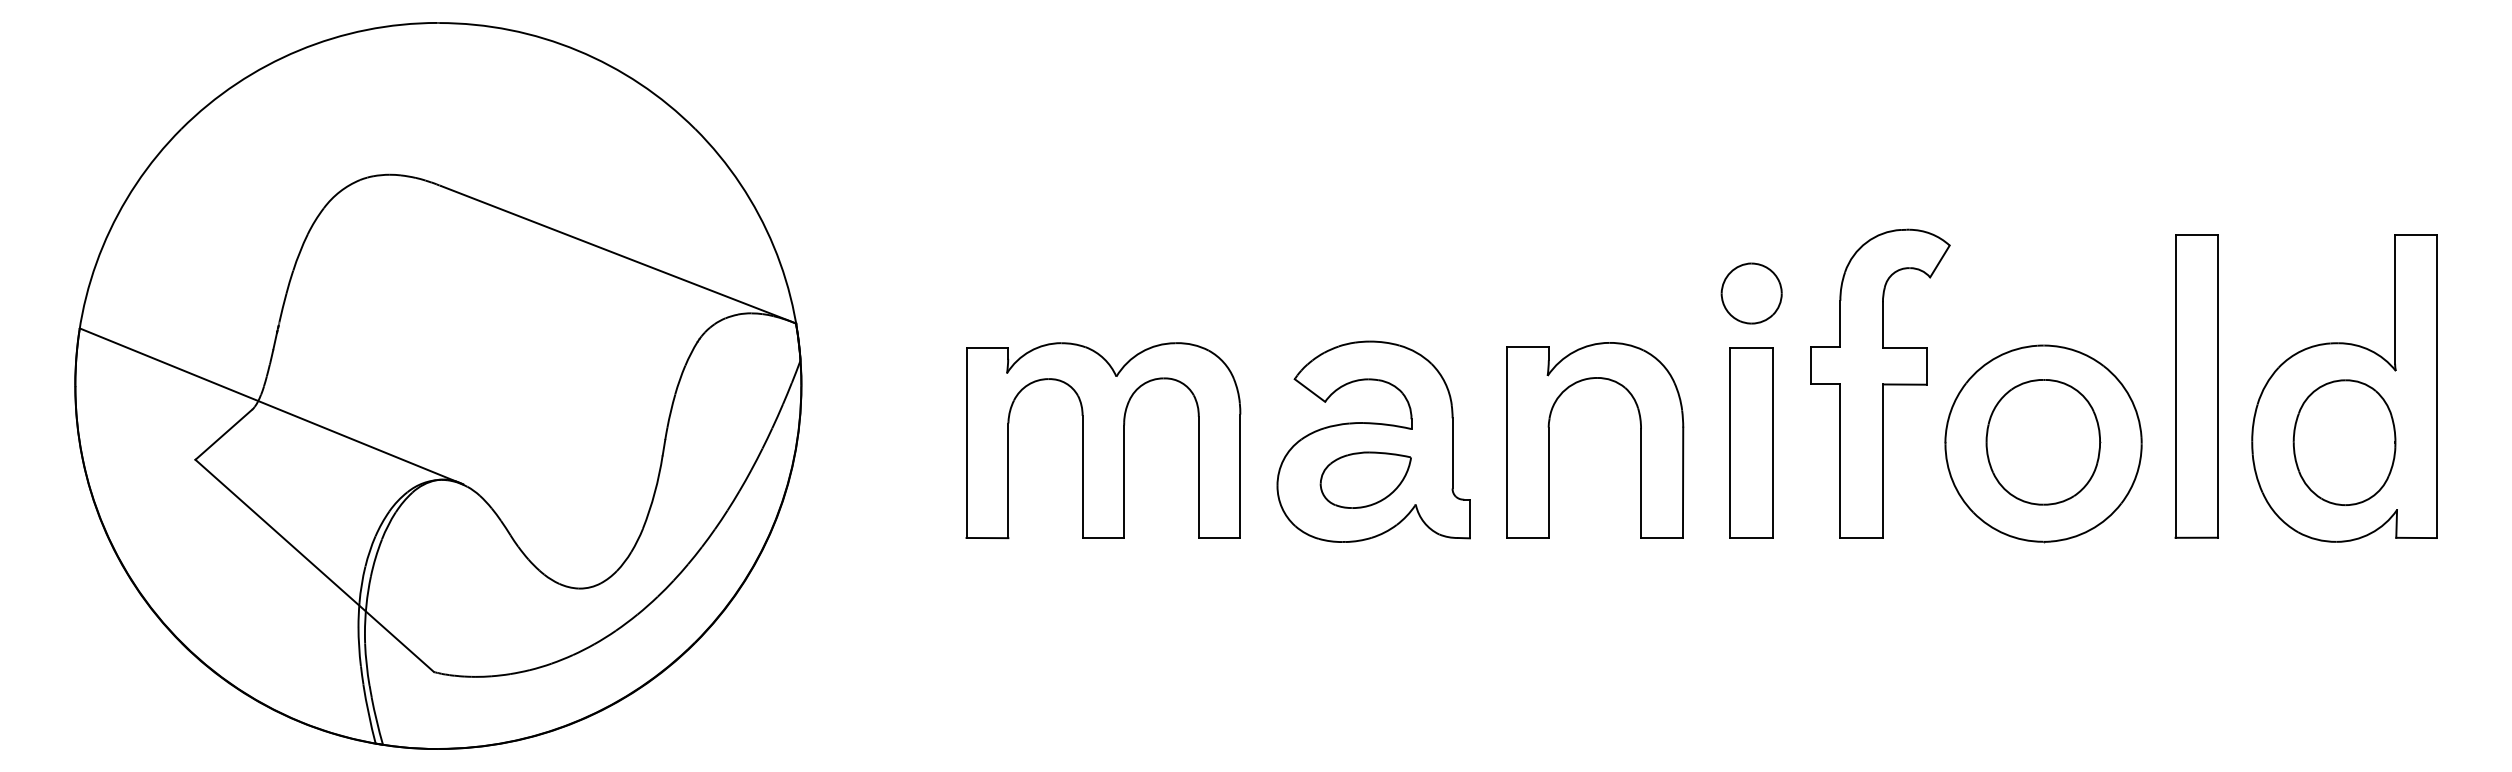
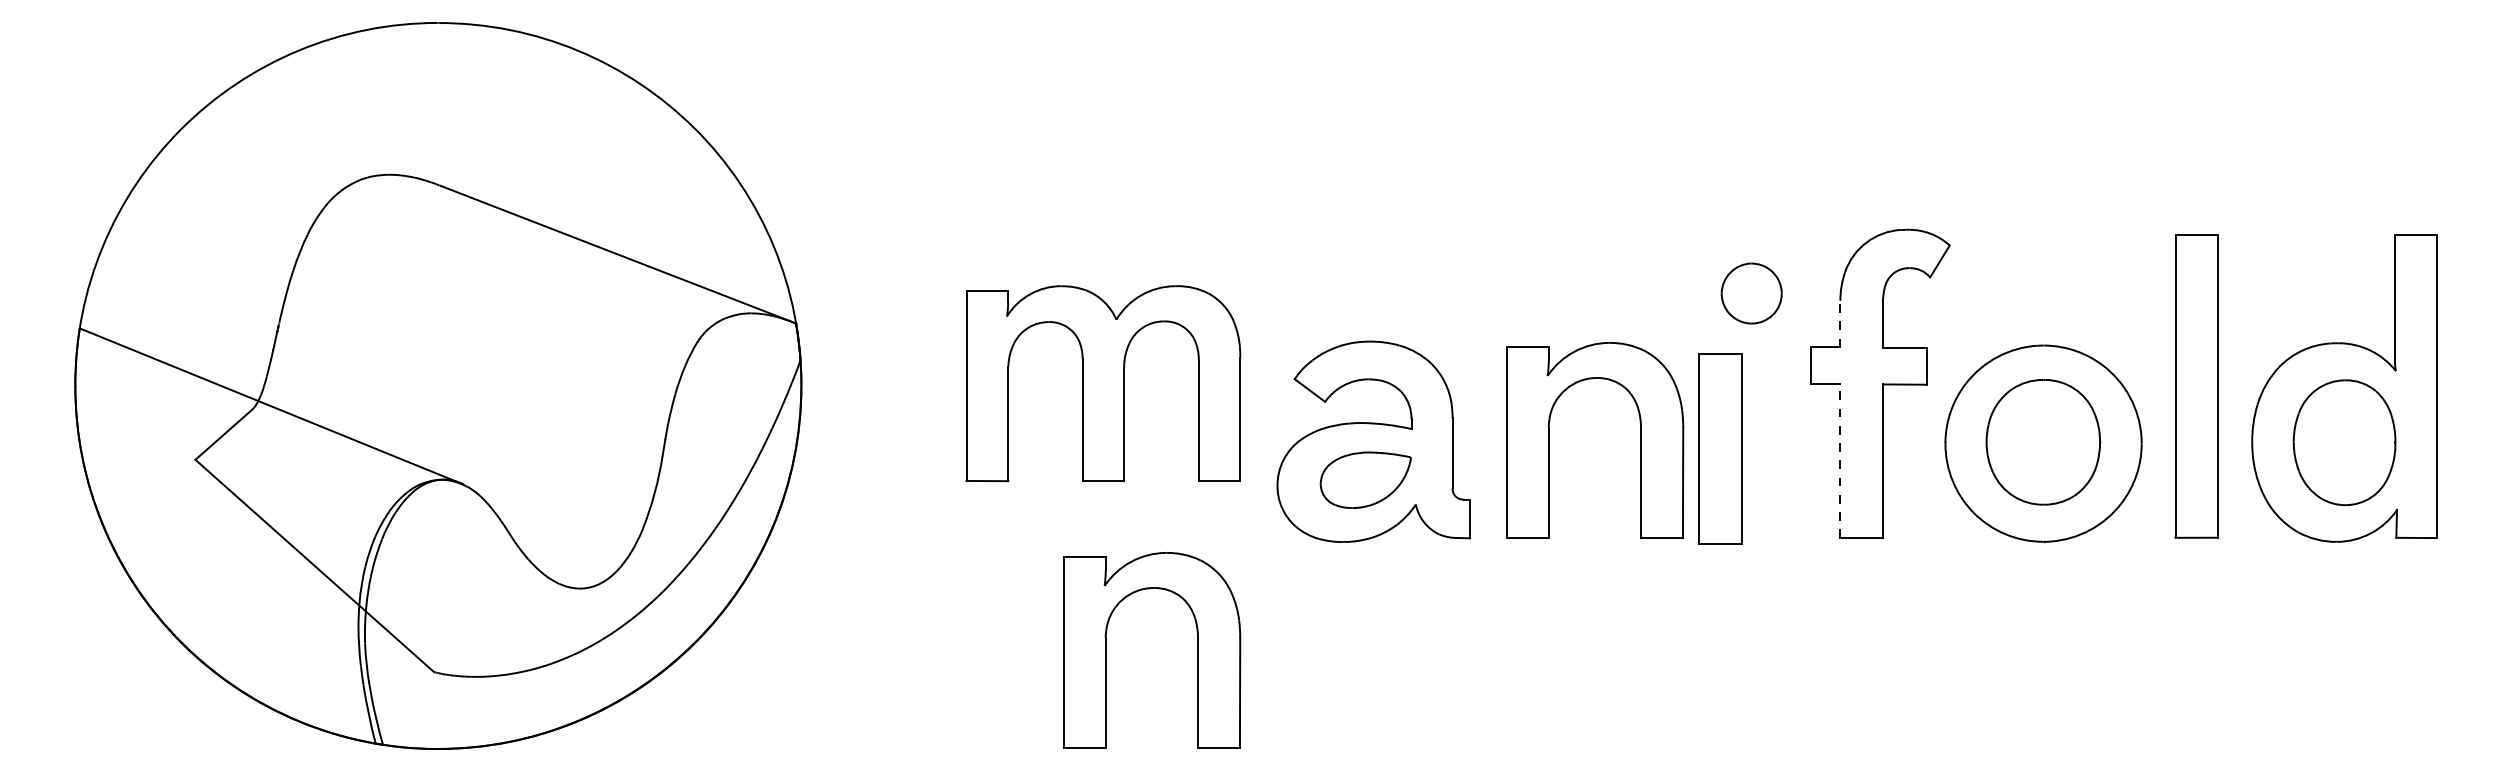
line at (1840, 323): solid -> dashed
part at (1103, 440) position: (1103, 440) -> (1103, 383)
part at (1751, 442) position: (1751, 442) -> (1720, 448)
line at (1840, 461): solid -> dashed
part at (1197, 650): none -> present
